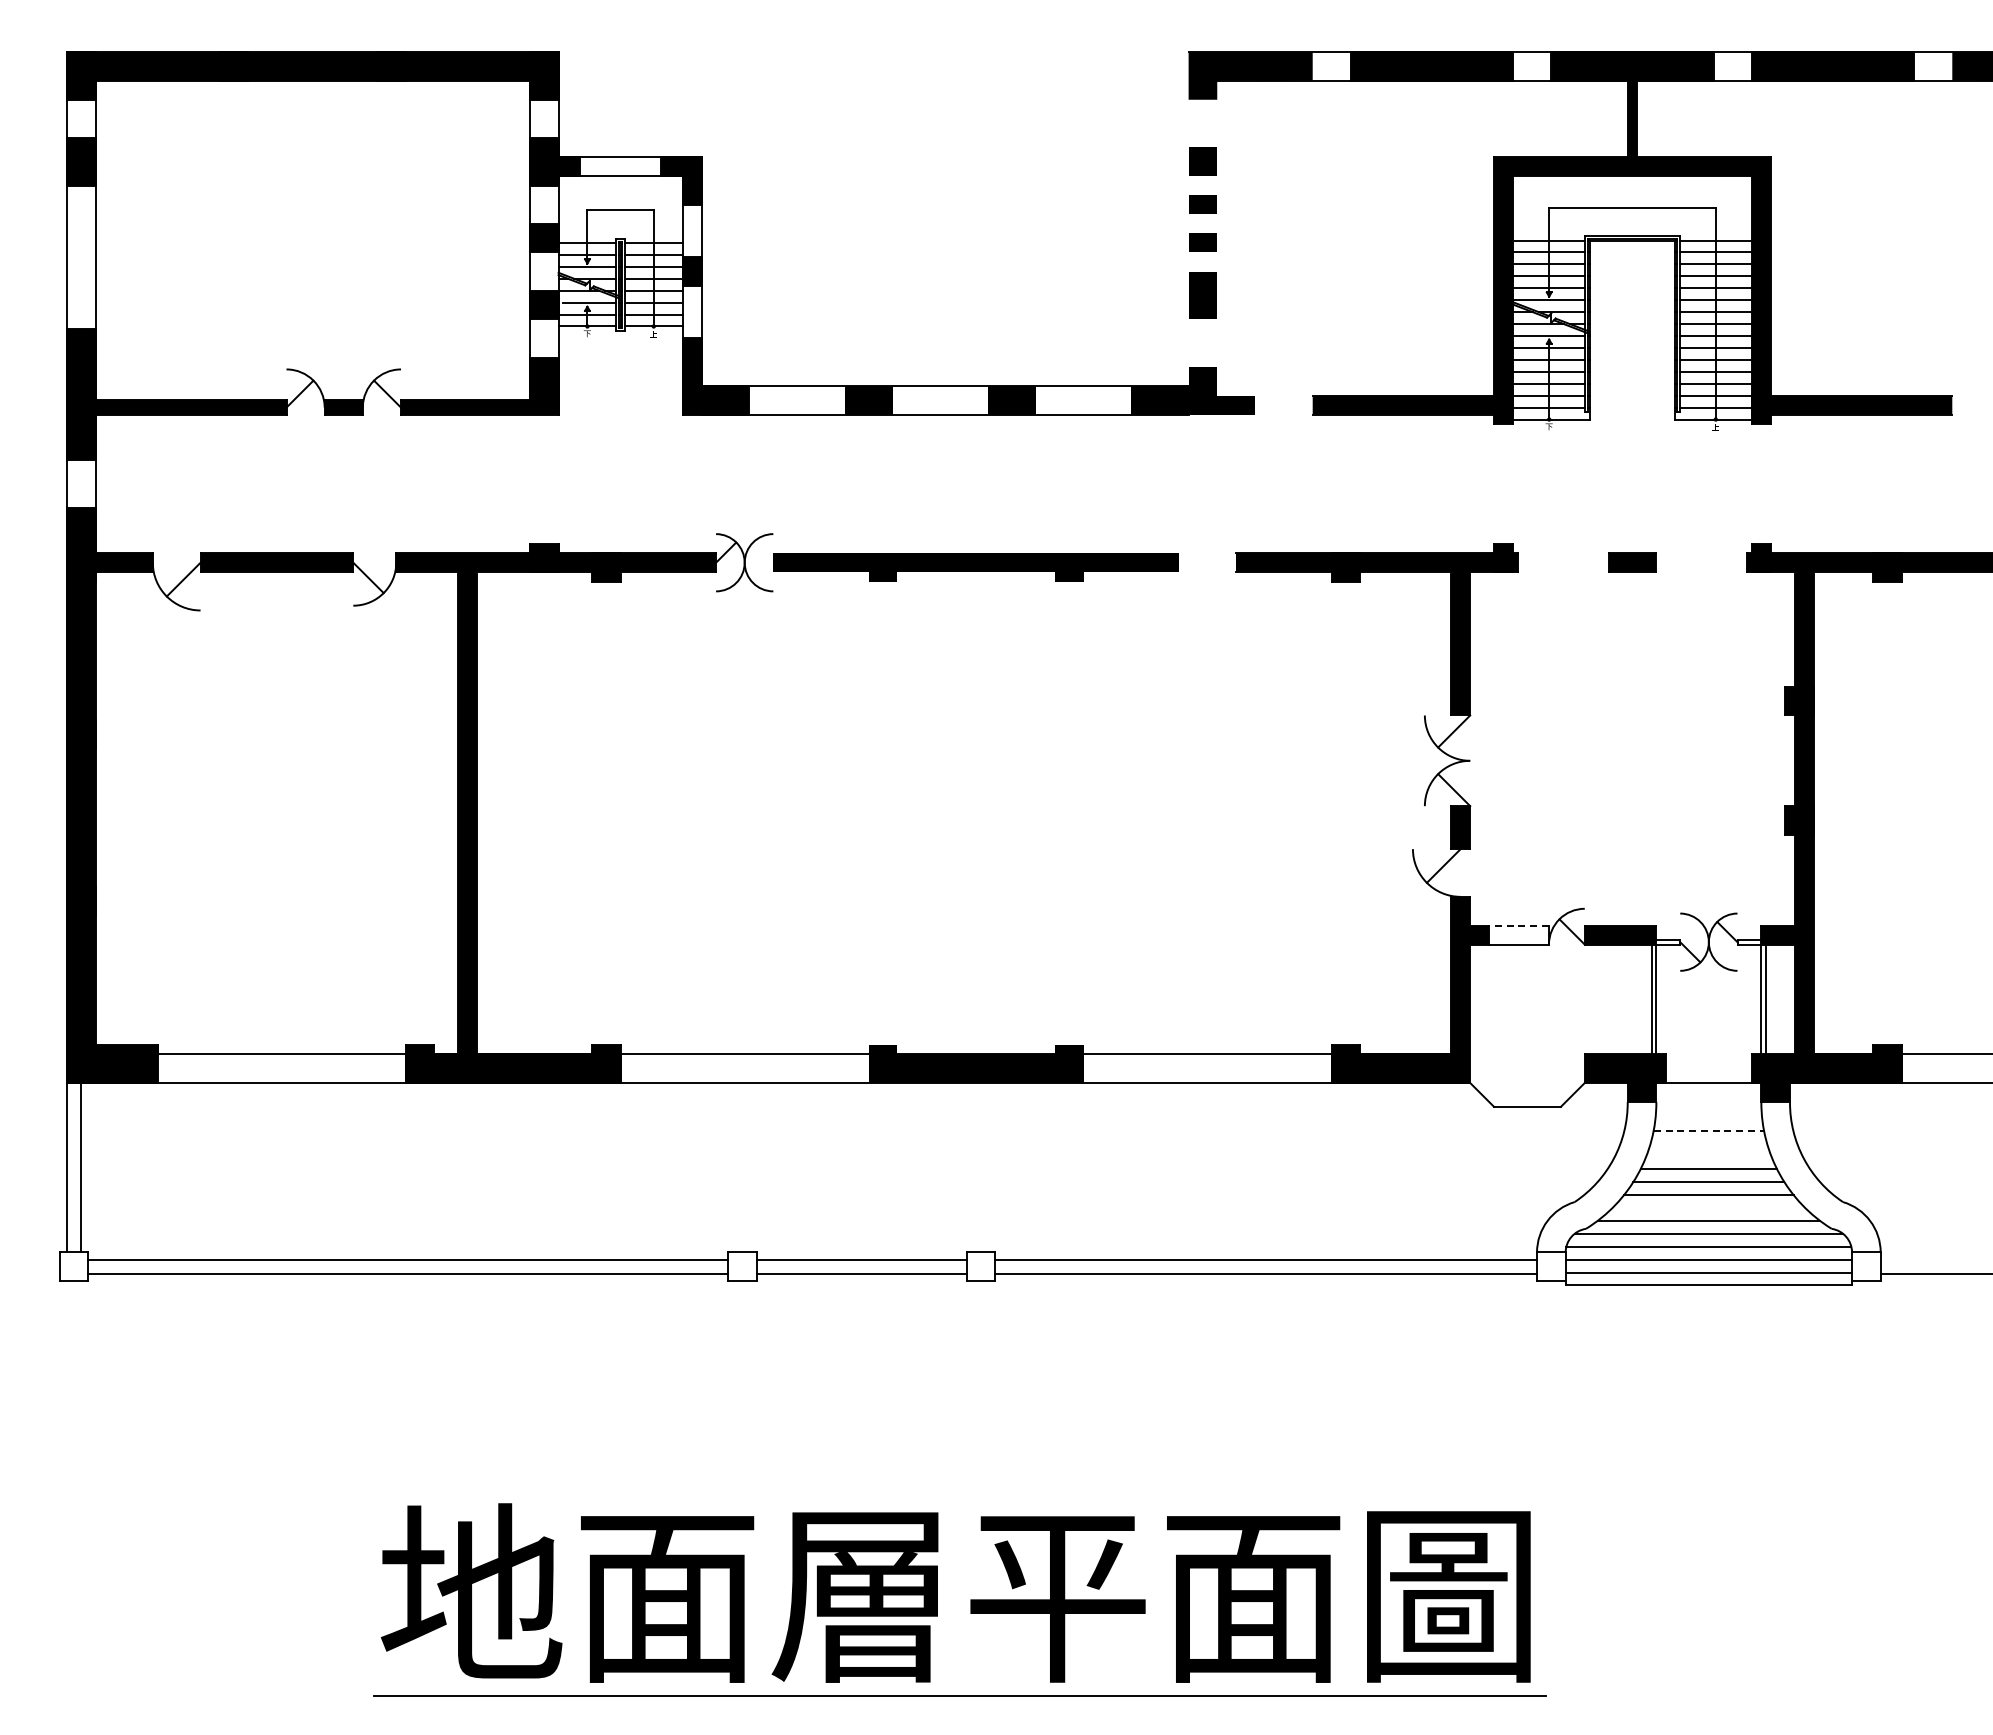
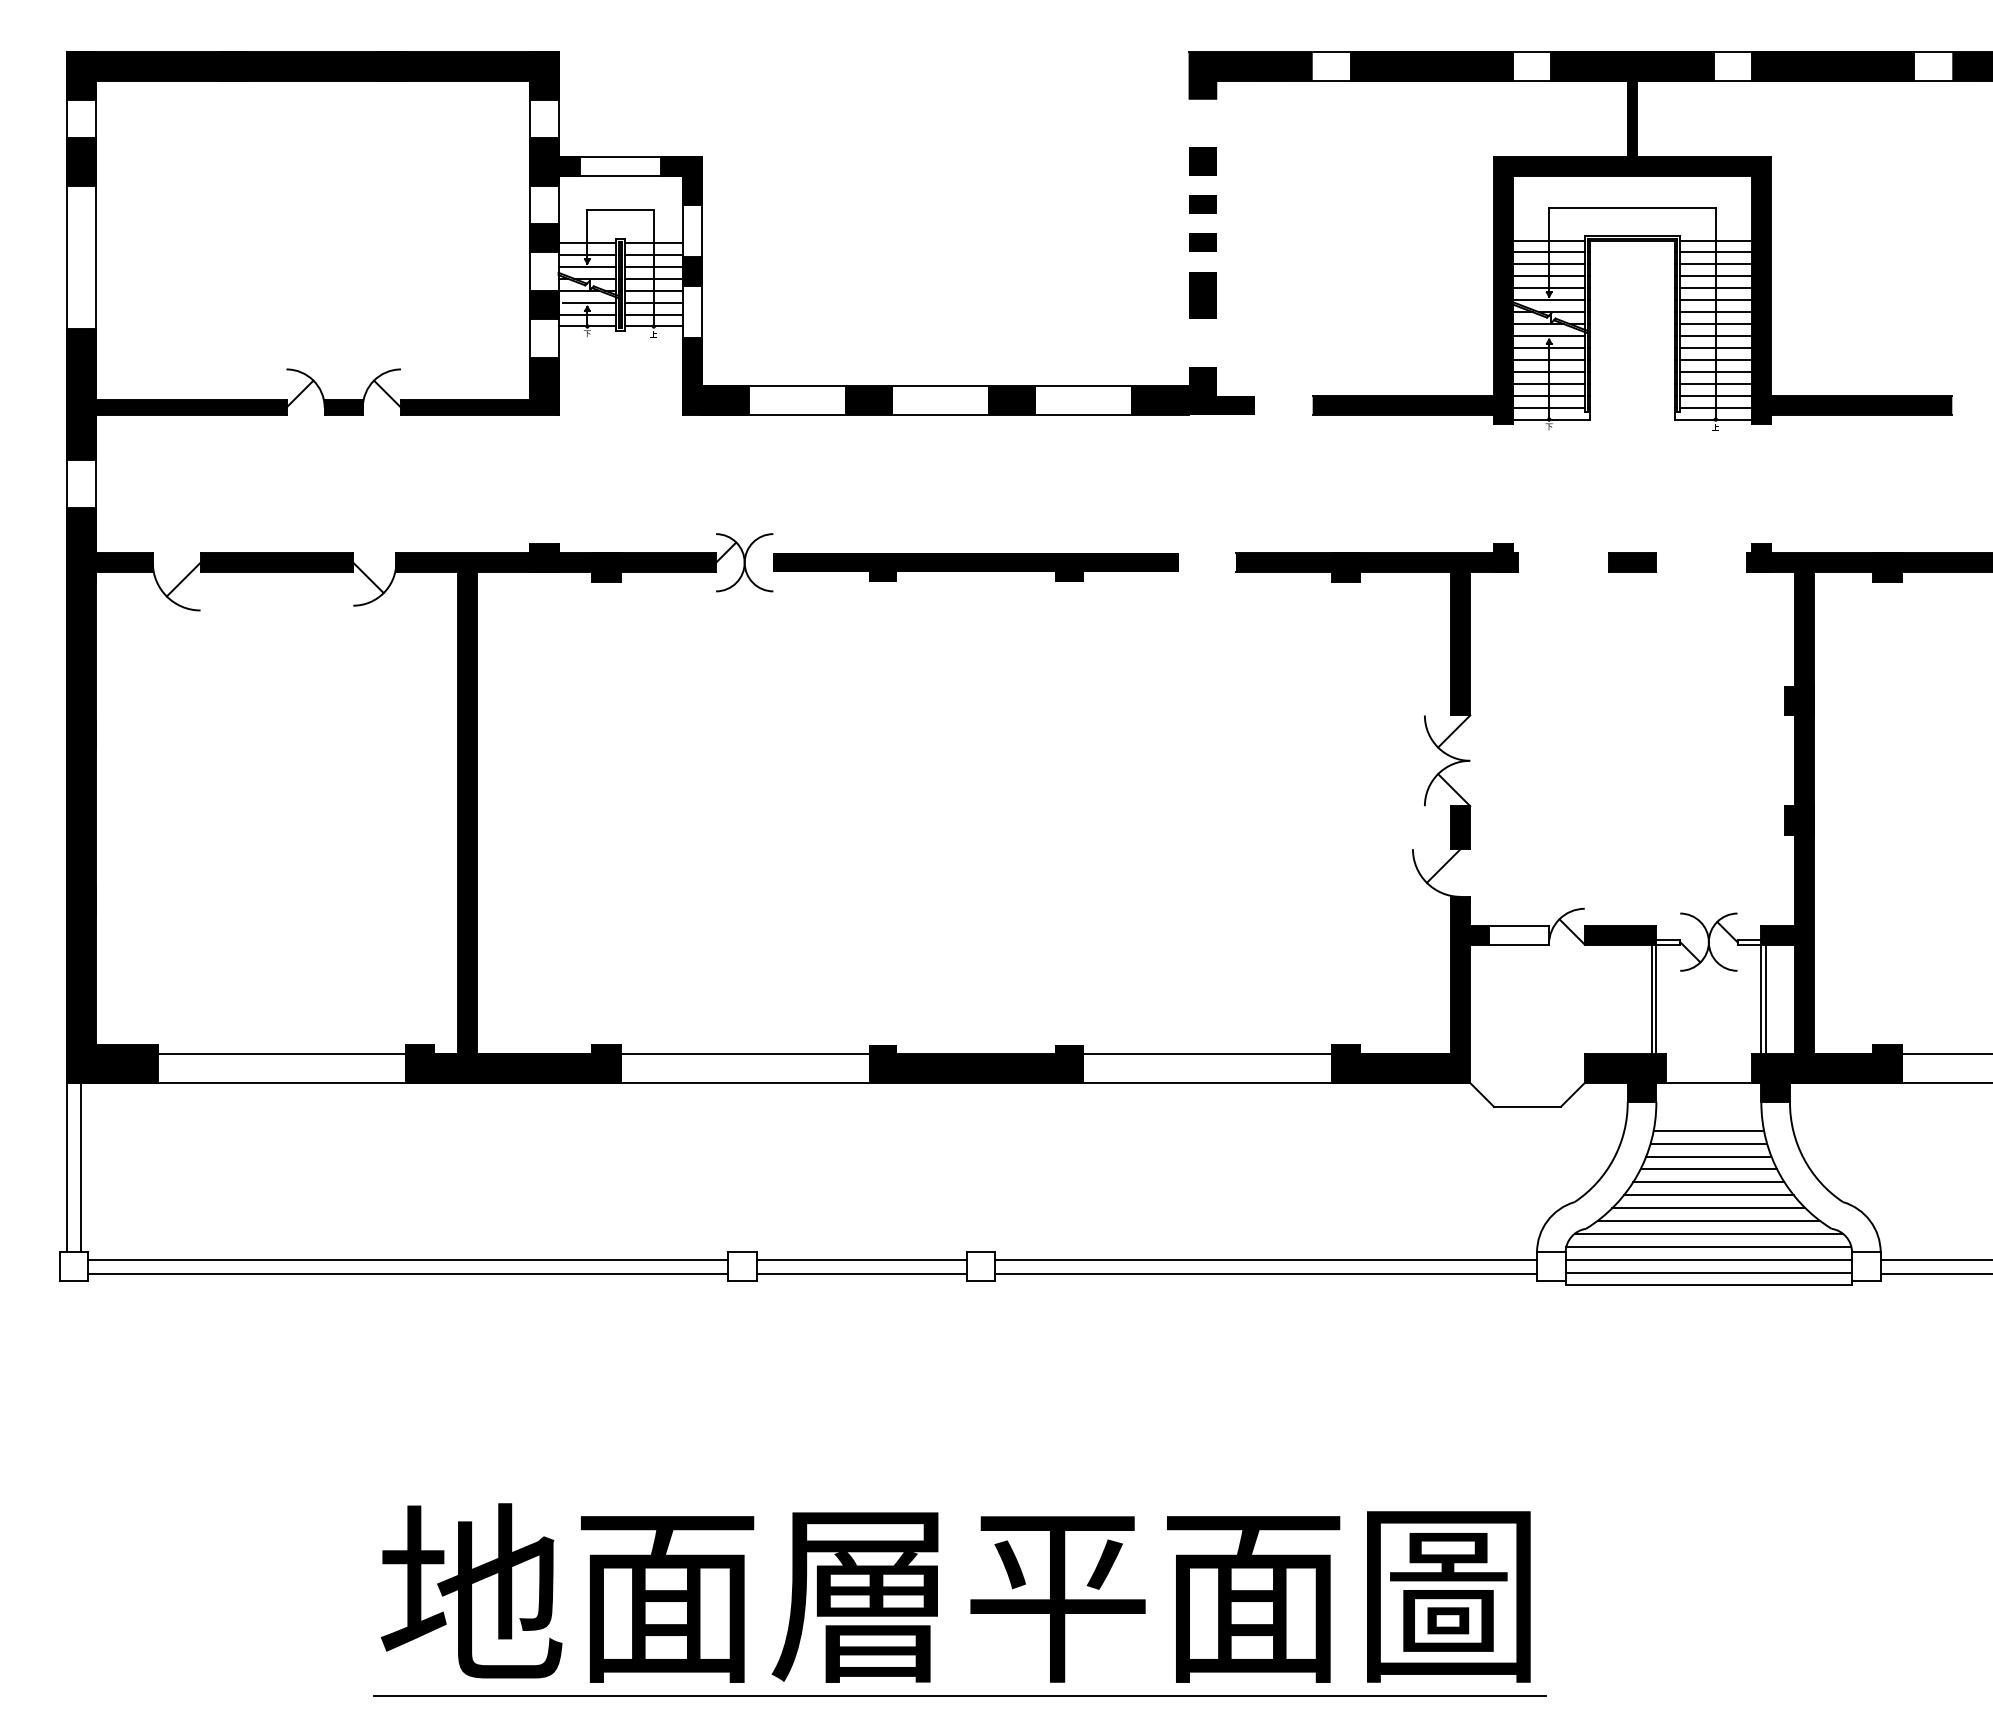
line at (1519, 925): dashed -> solid
line at (1709, 1130): dashed -> solid
line at (1708, 1143): none -> present
line at (1708, 1156): none -> present
line at (1708, 1208): none -> present
line at (1934, 1259): none -> present
